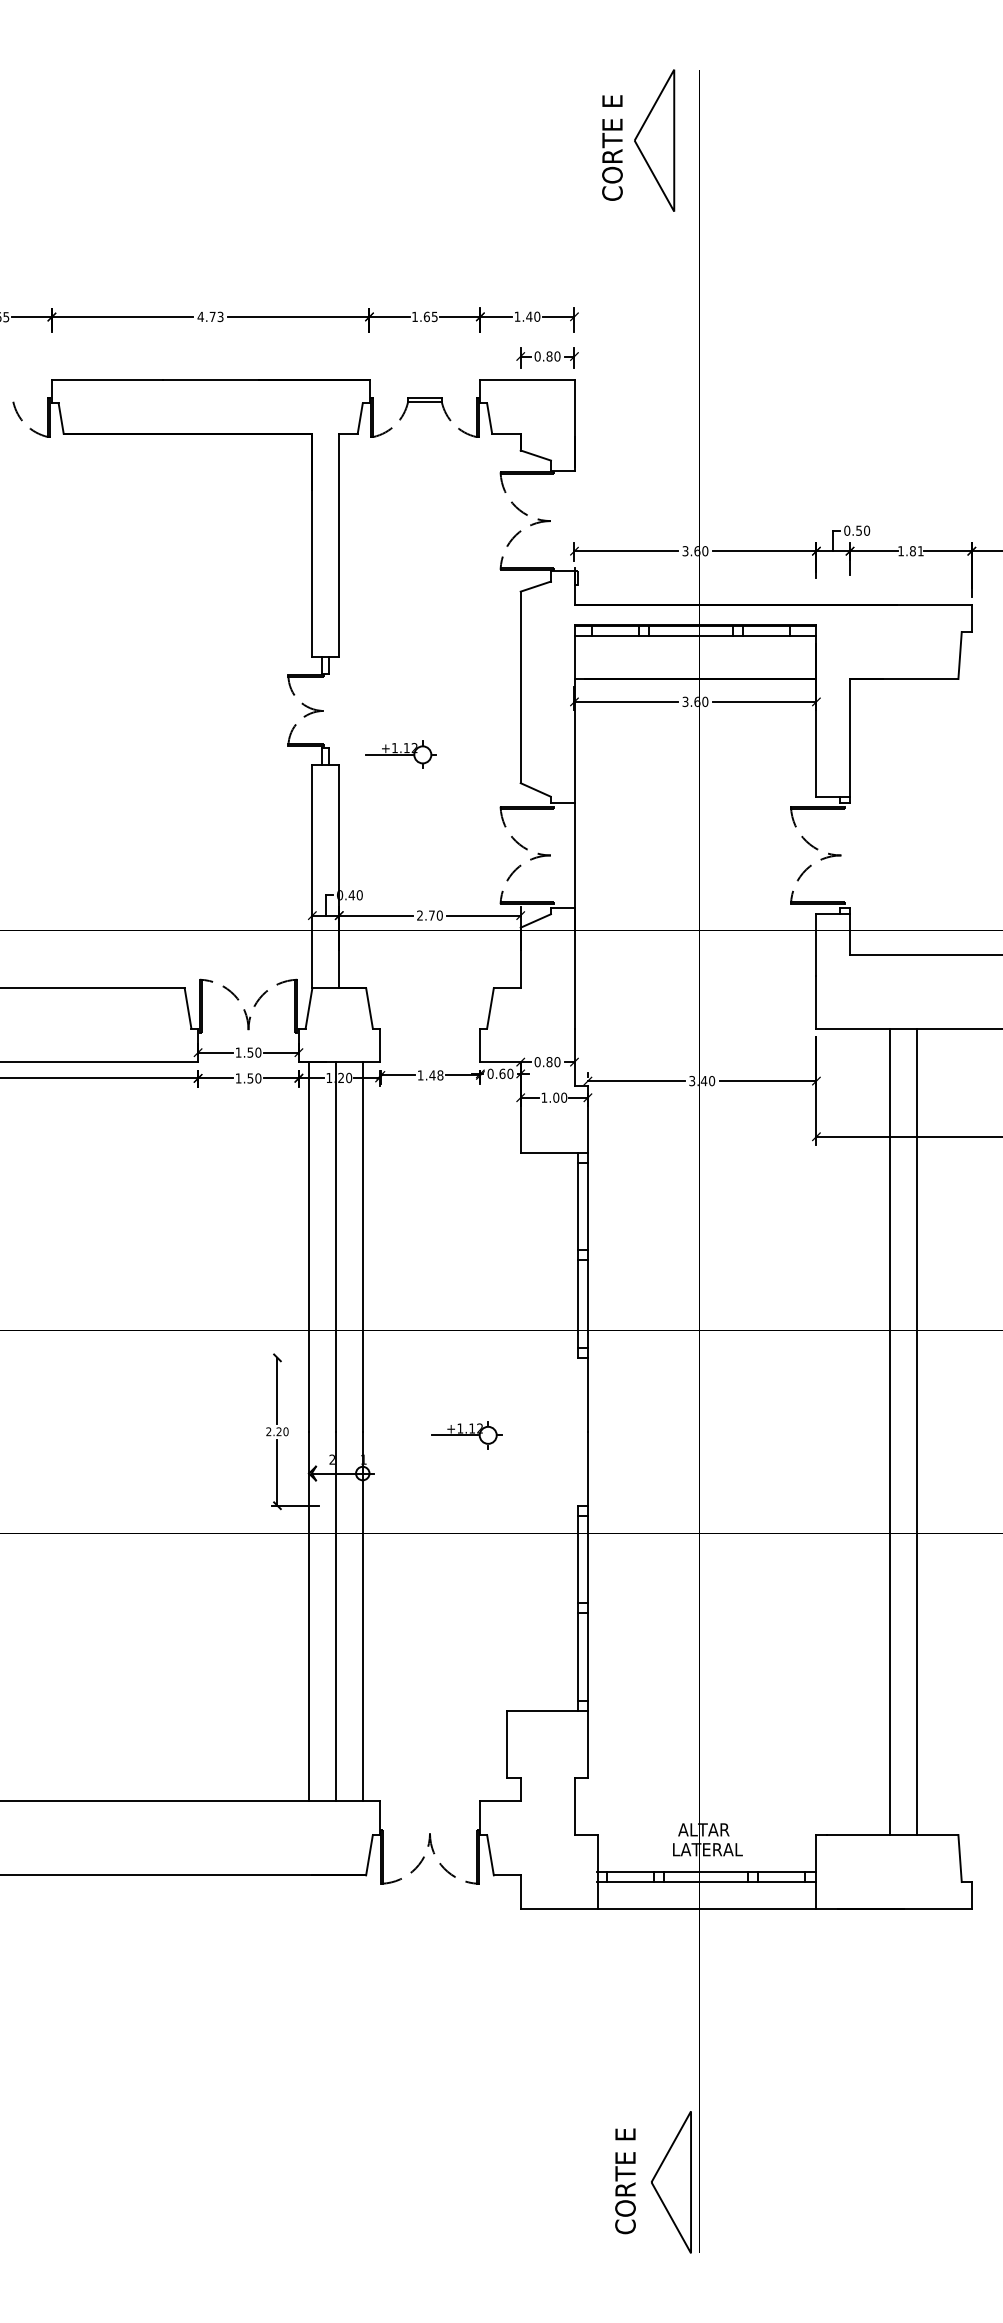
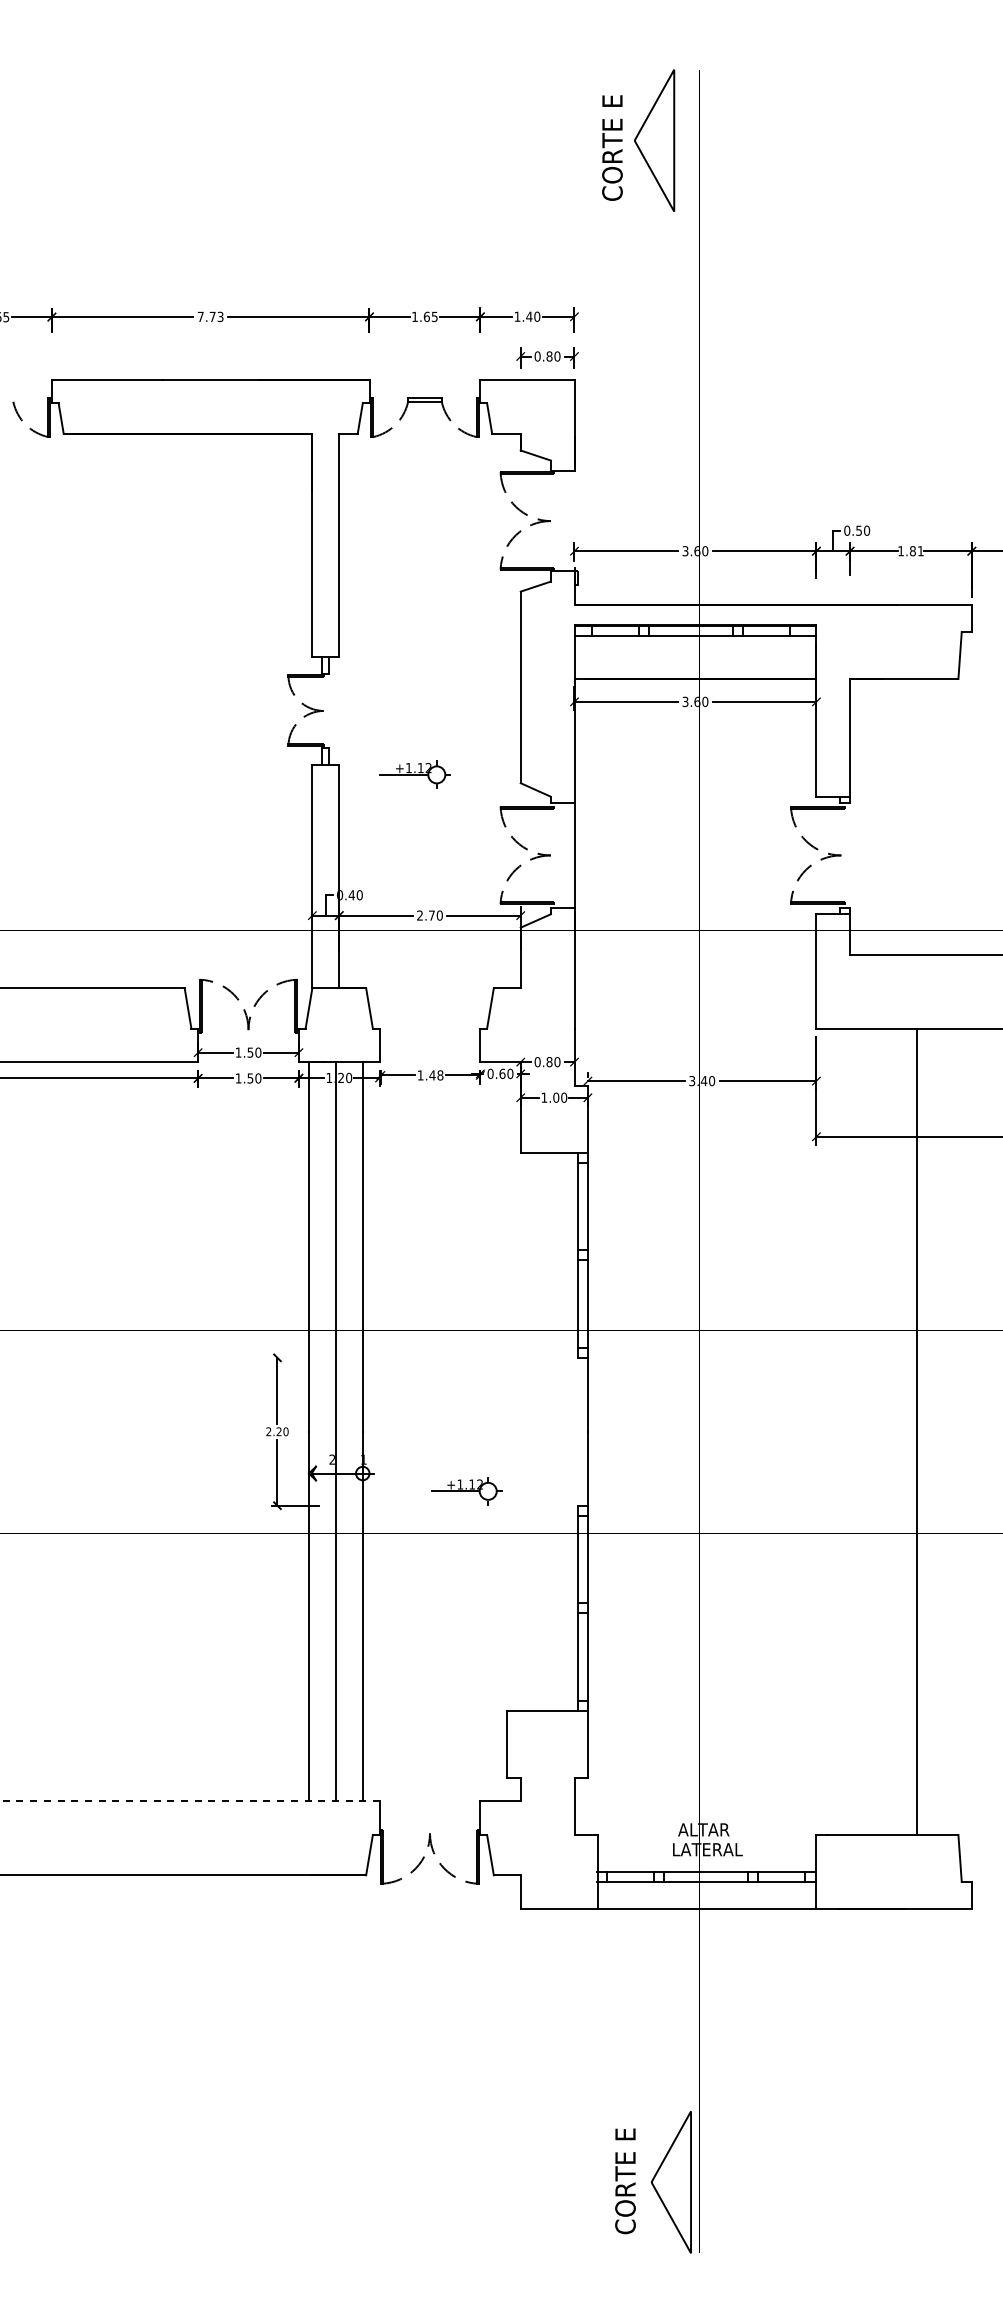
text at (200, 316): 4.73 -> 7.73
part at (400, 754) position: (400, 754) -> (414, 774)
line at (890, 1431): present -> none
part at (466, 1435) position: (466, 1435) -> (466, 1491)
line at (189, 1801): solid -> dashed
